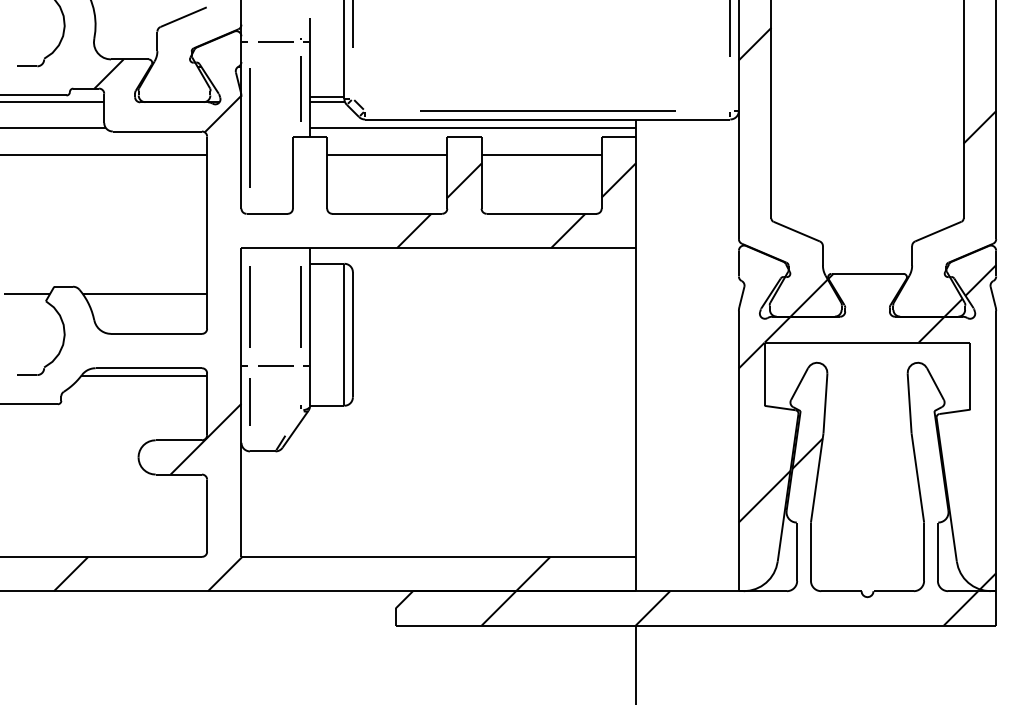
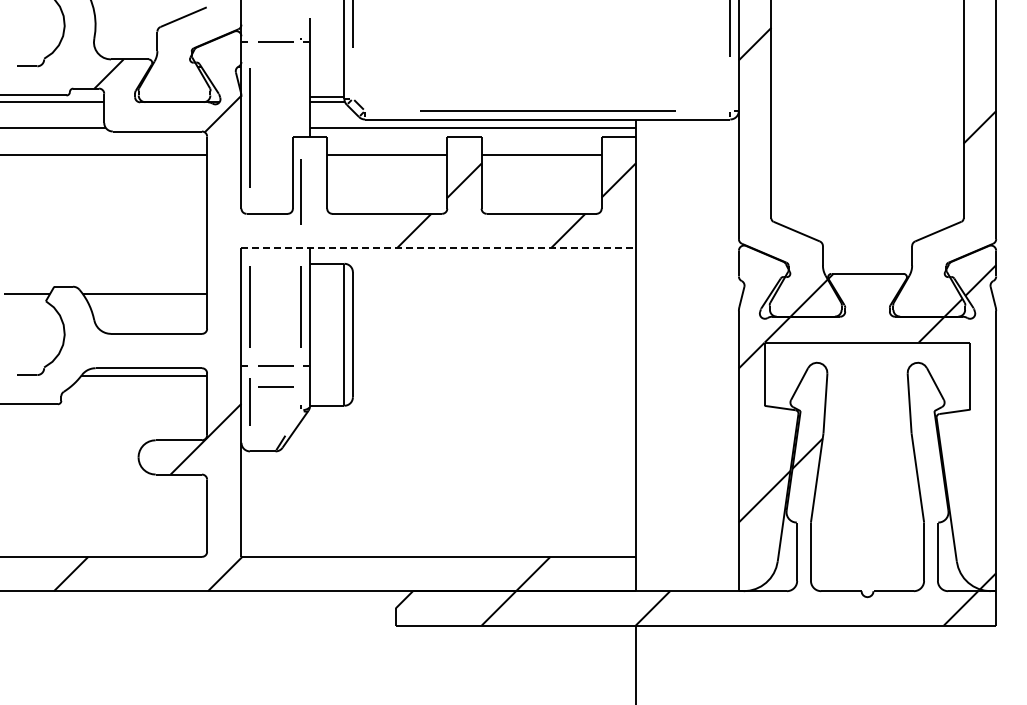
line at (300, 88) position: (300, 88) -> (300, 191)
line at (439, 248): solid -> dashed
line at (275, 386): none -> present
